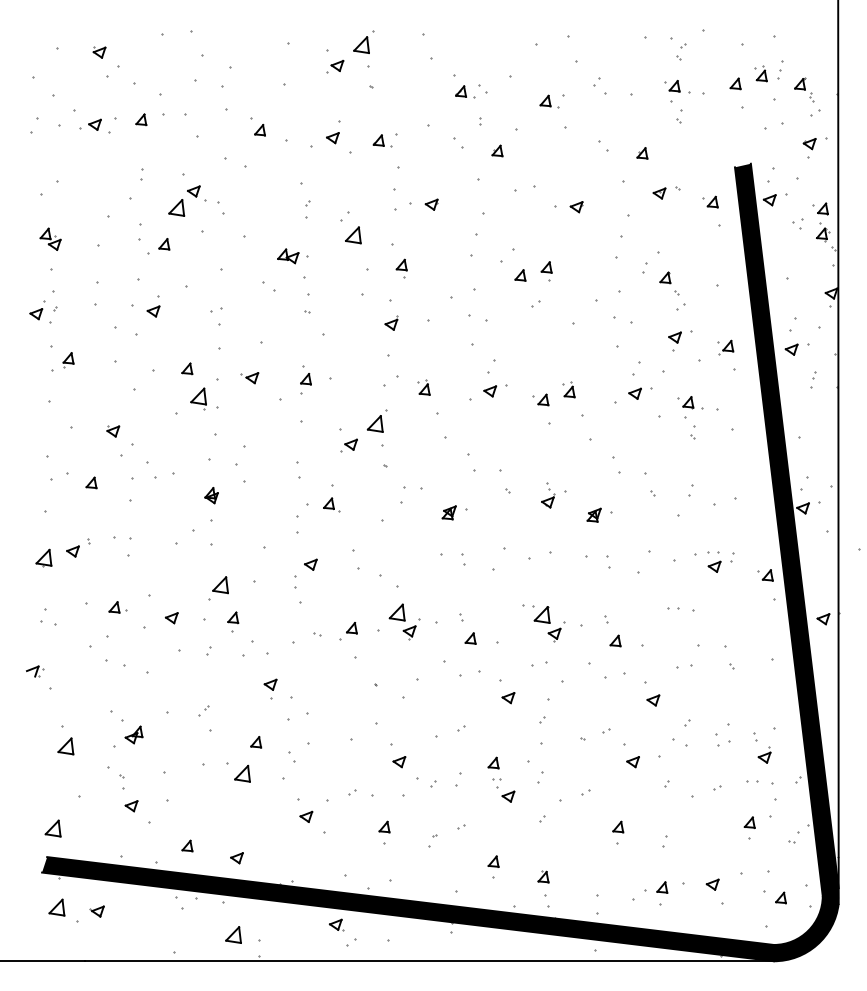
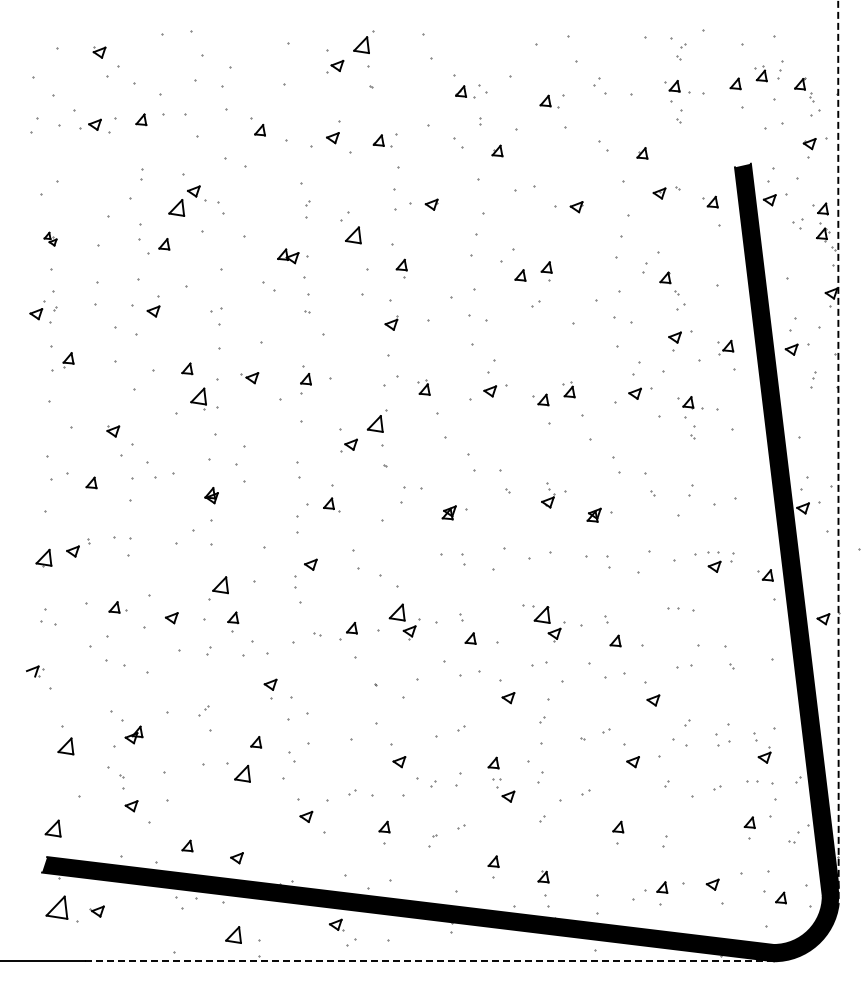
part at (50, 238) size: 23x24 px -> 15x16 px
line at (838, 452): solid -> dashed
part at (56, 907) size: 18x19 px -> 24x25 px
line at (430, 961): solid -> dashed
